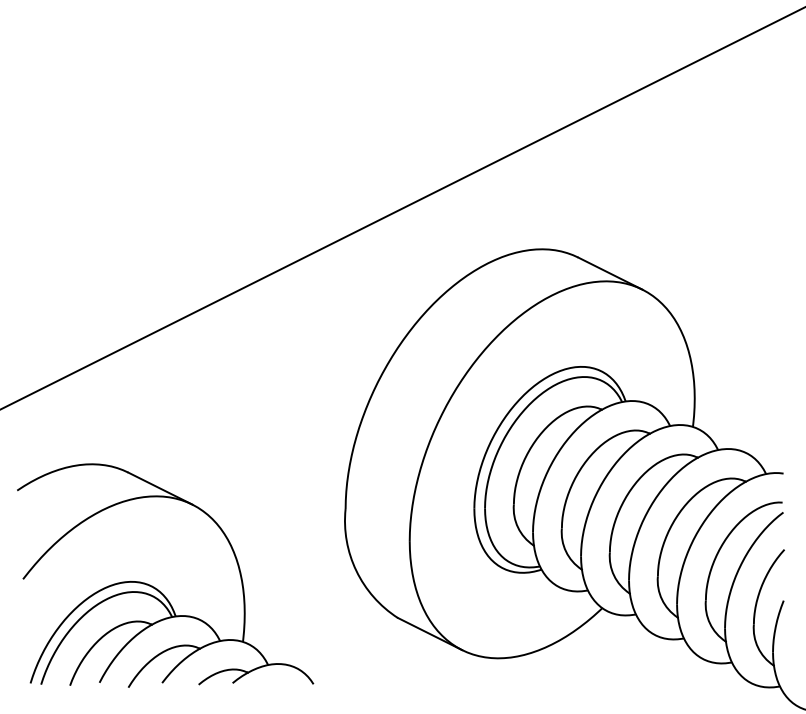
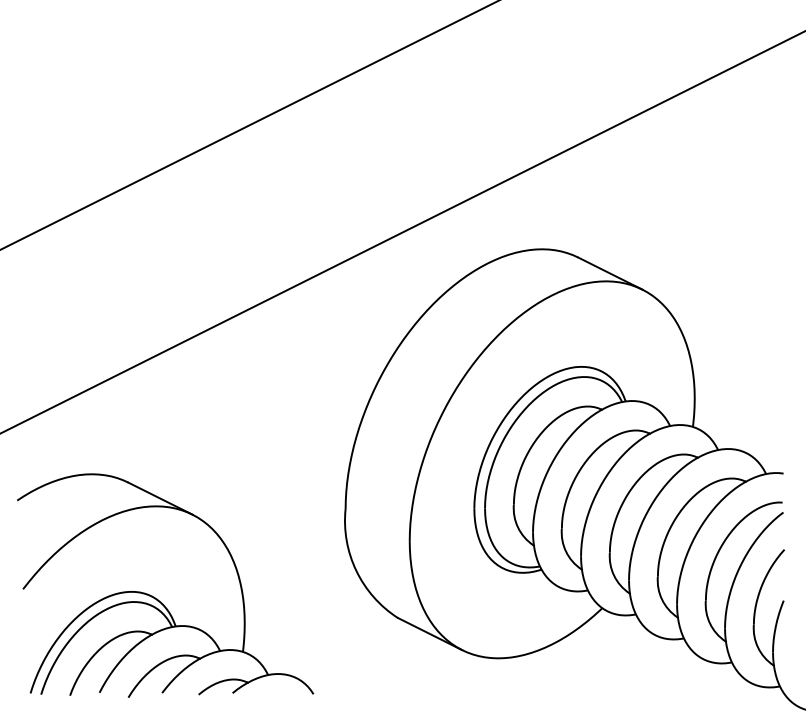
line at (248, 125): none -> present
line at (402, 208) position: (402, 208) -> (402, 232)
part at (157, 588) position: (157, 588) -> (157, 598)
